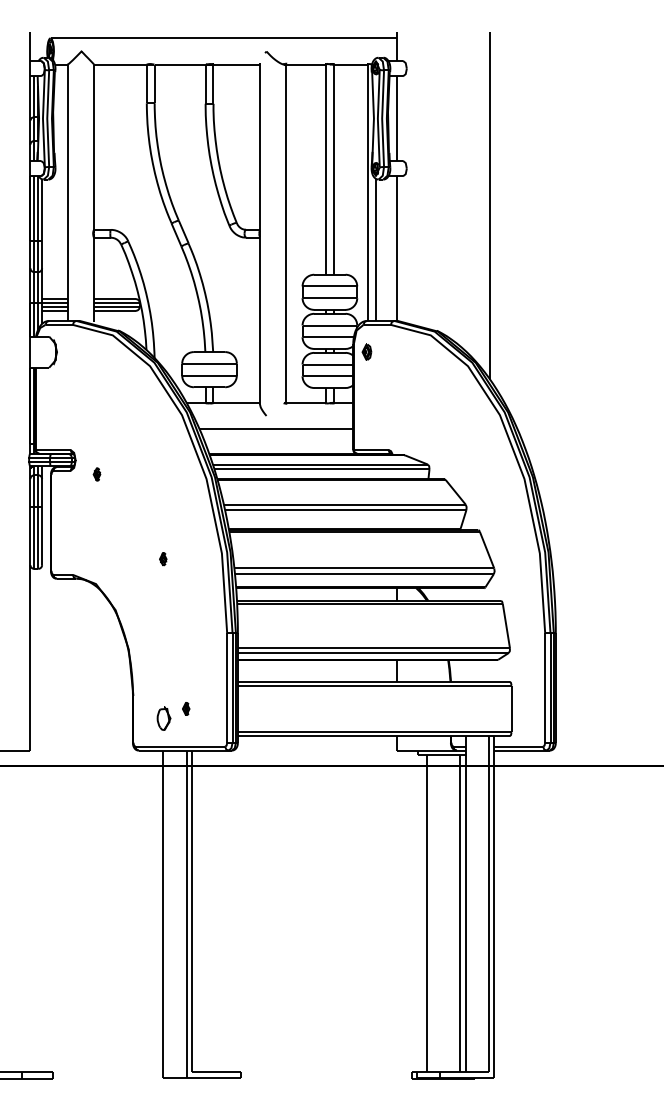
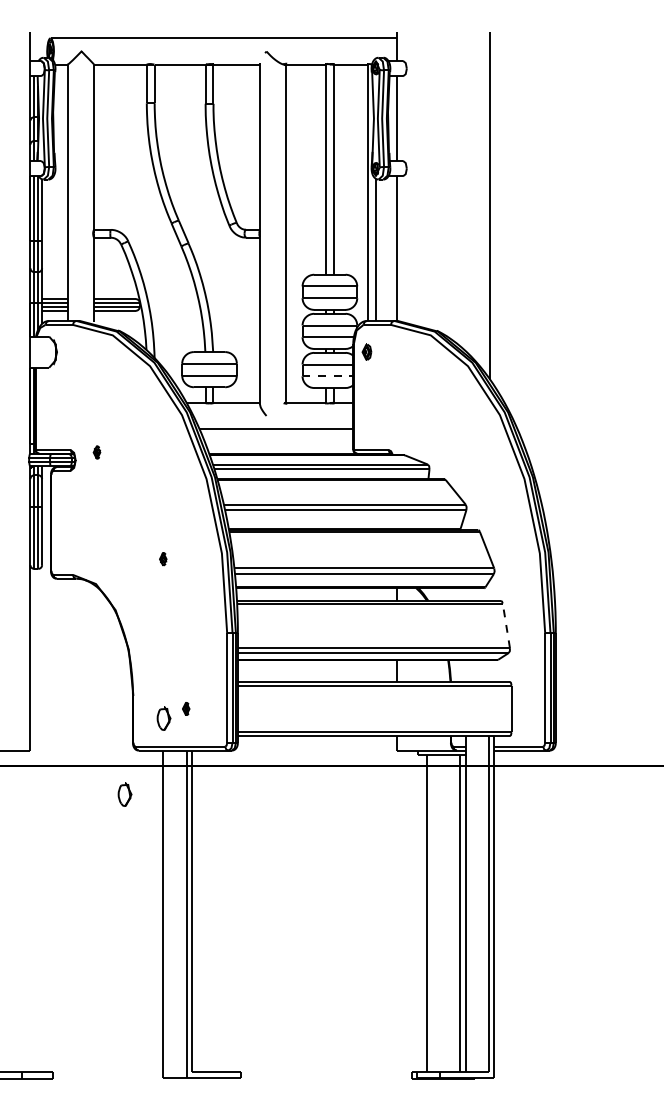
line at (328, 376): solid -> dashed
part at (96, 474) position: (96, 474) -> (96, 452)
line at (506, 625): solid -> dashed
part at (124, 794): none -> present
